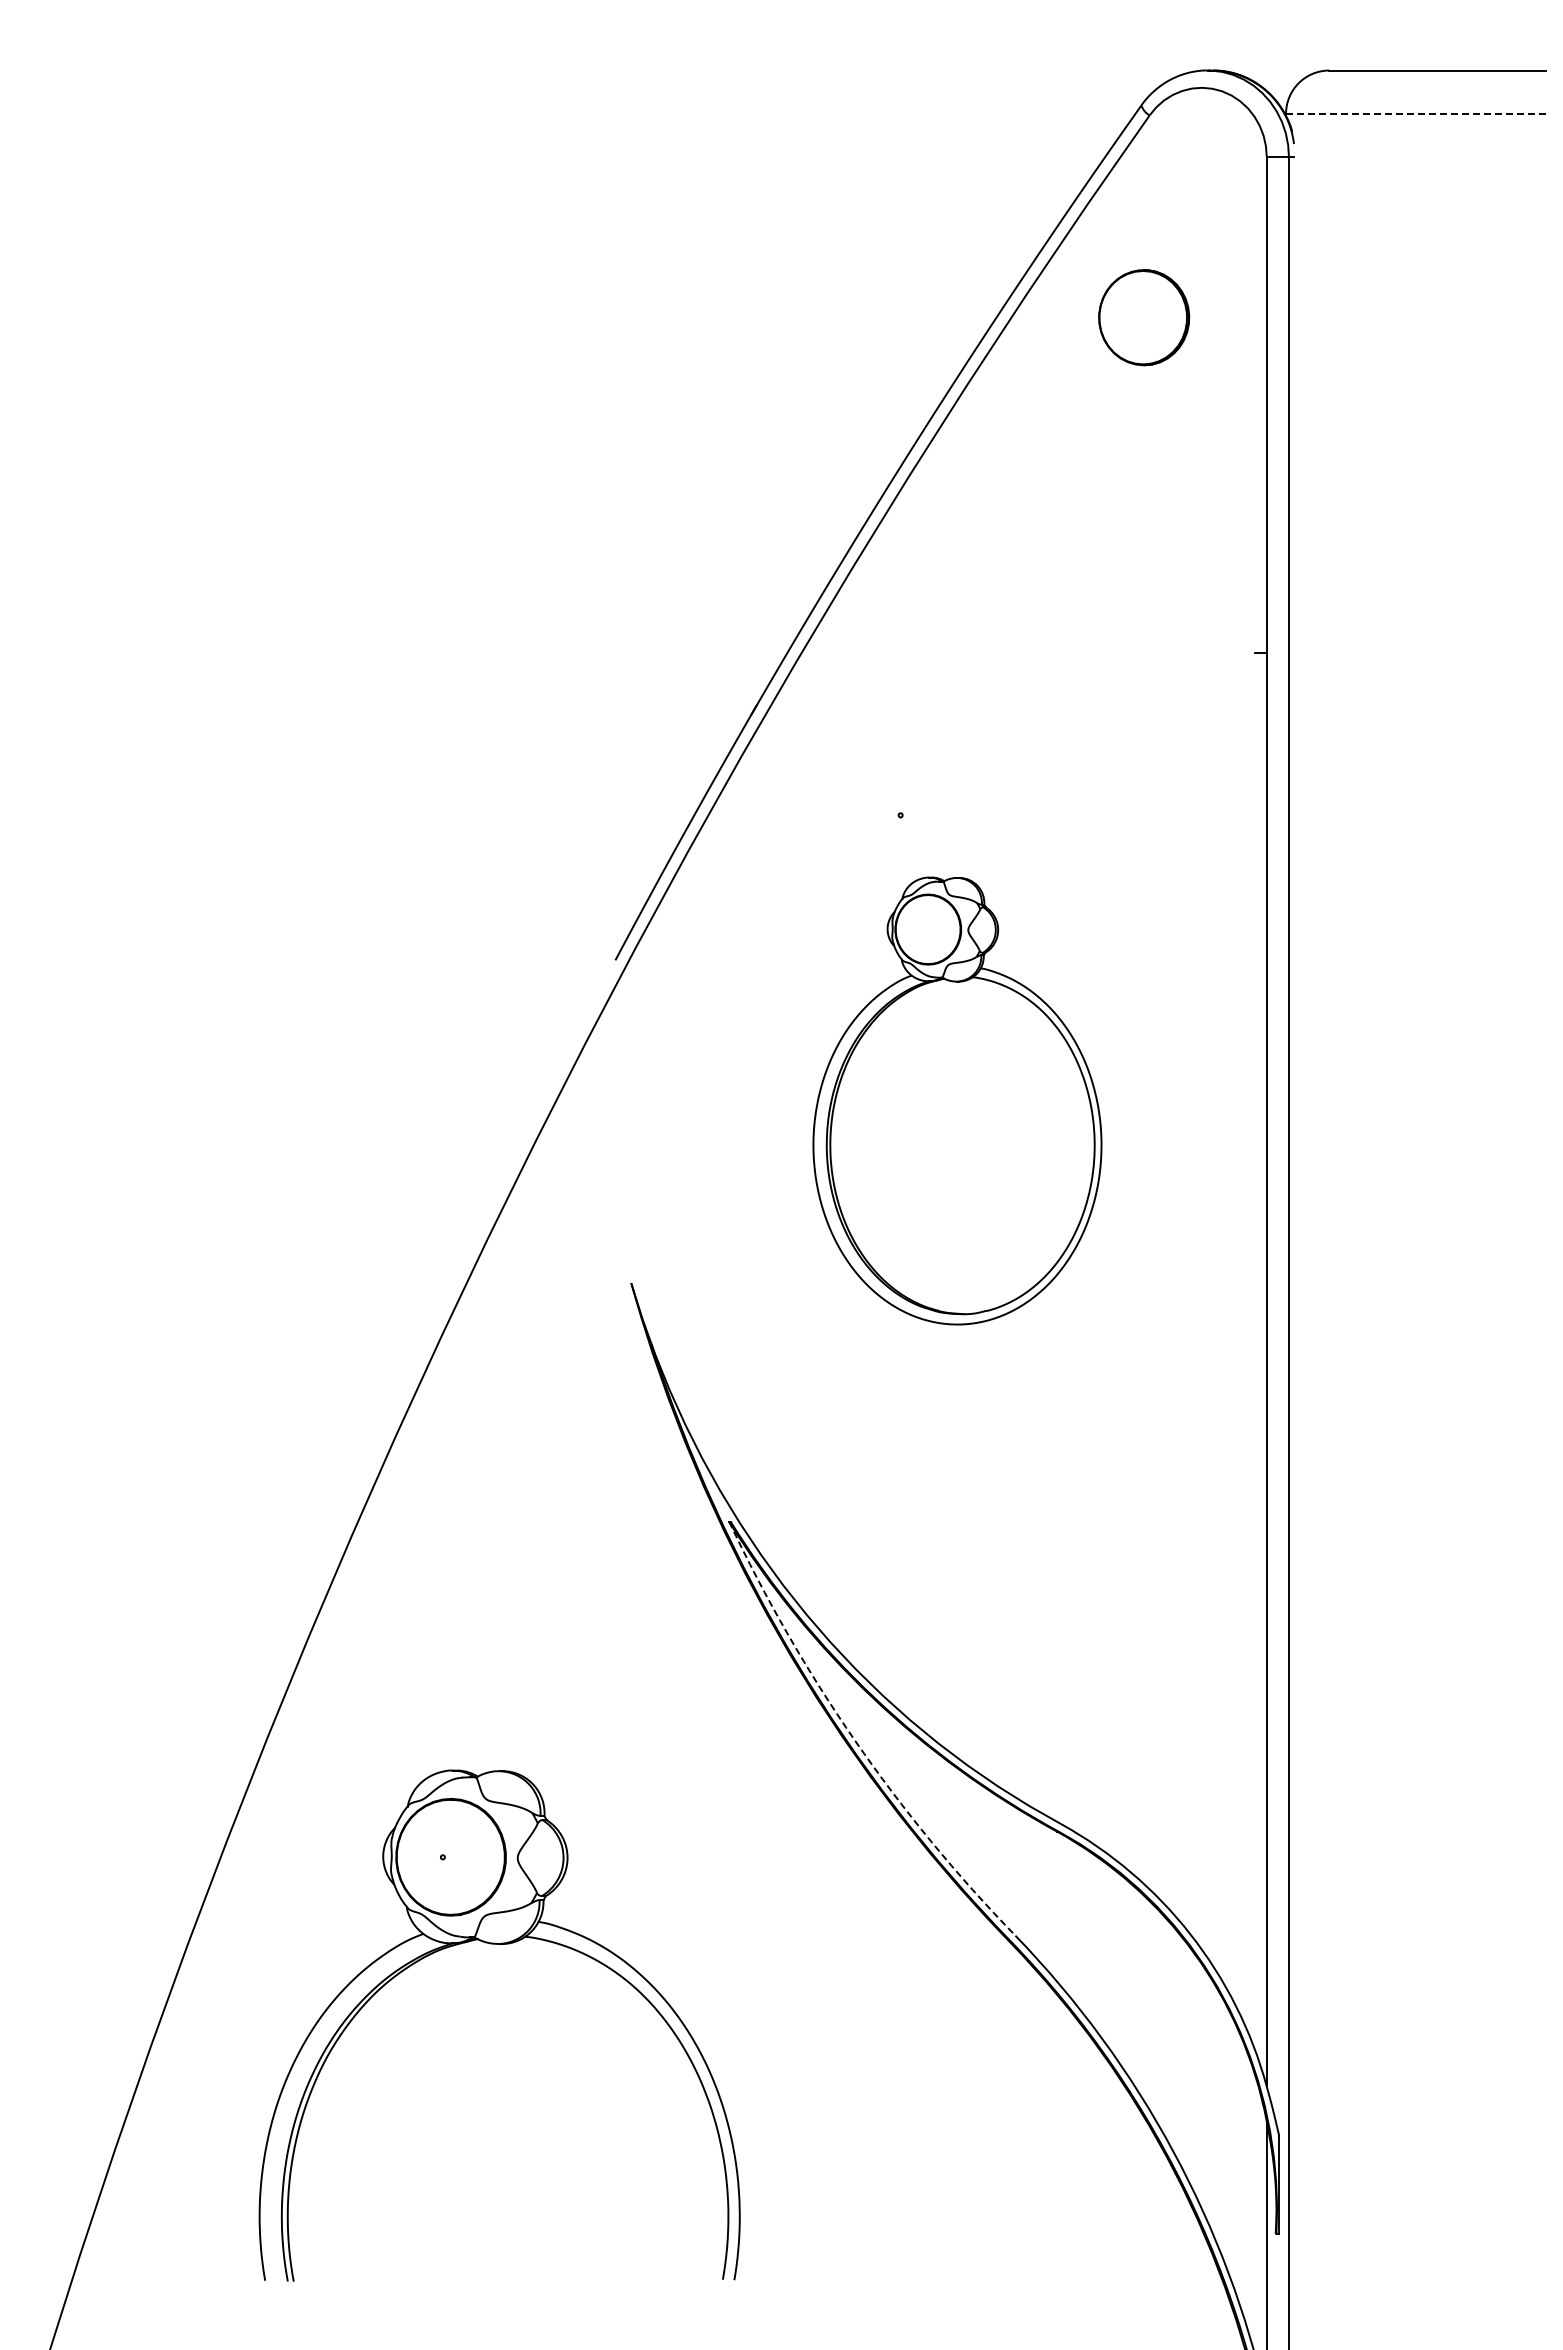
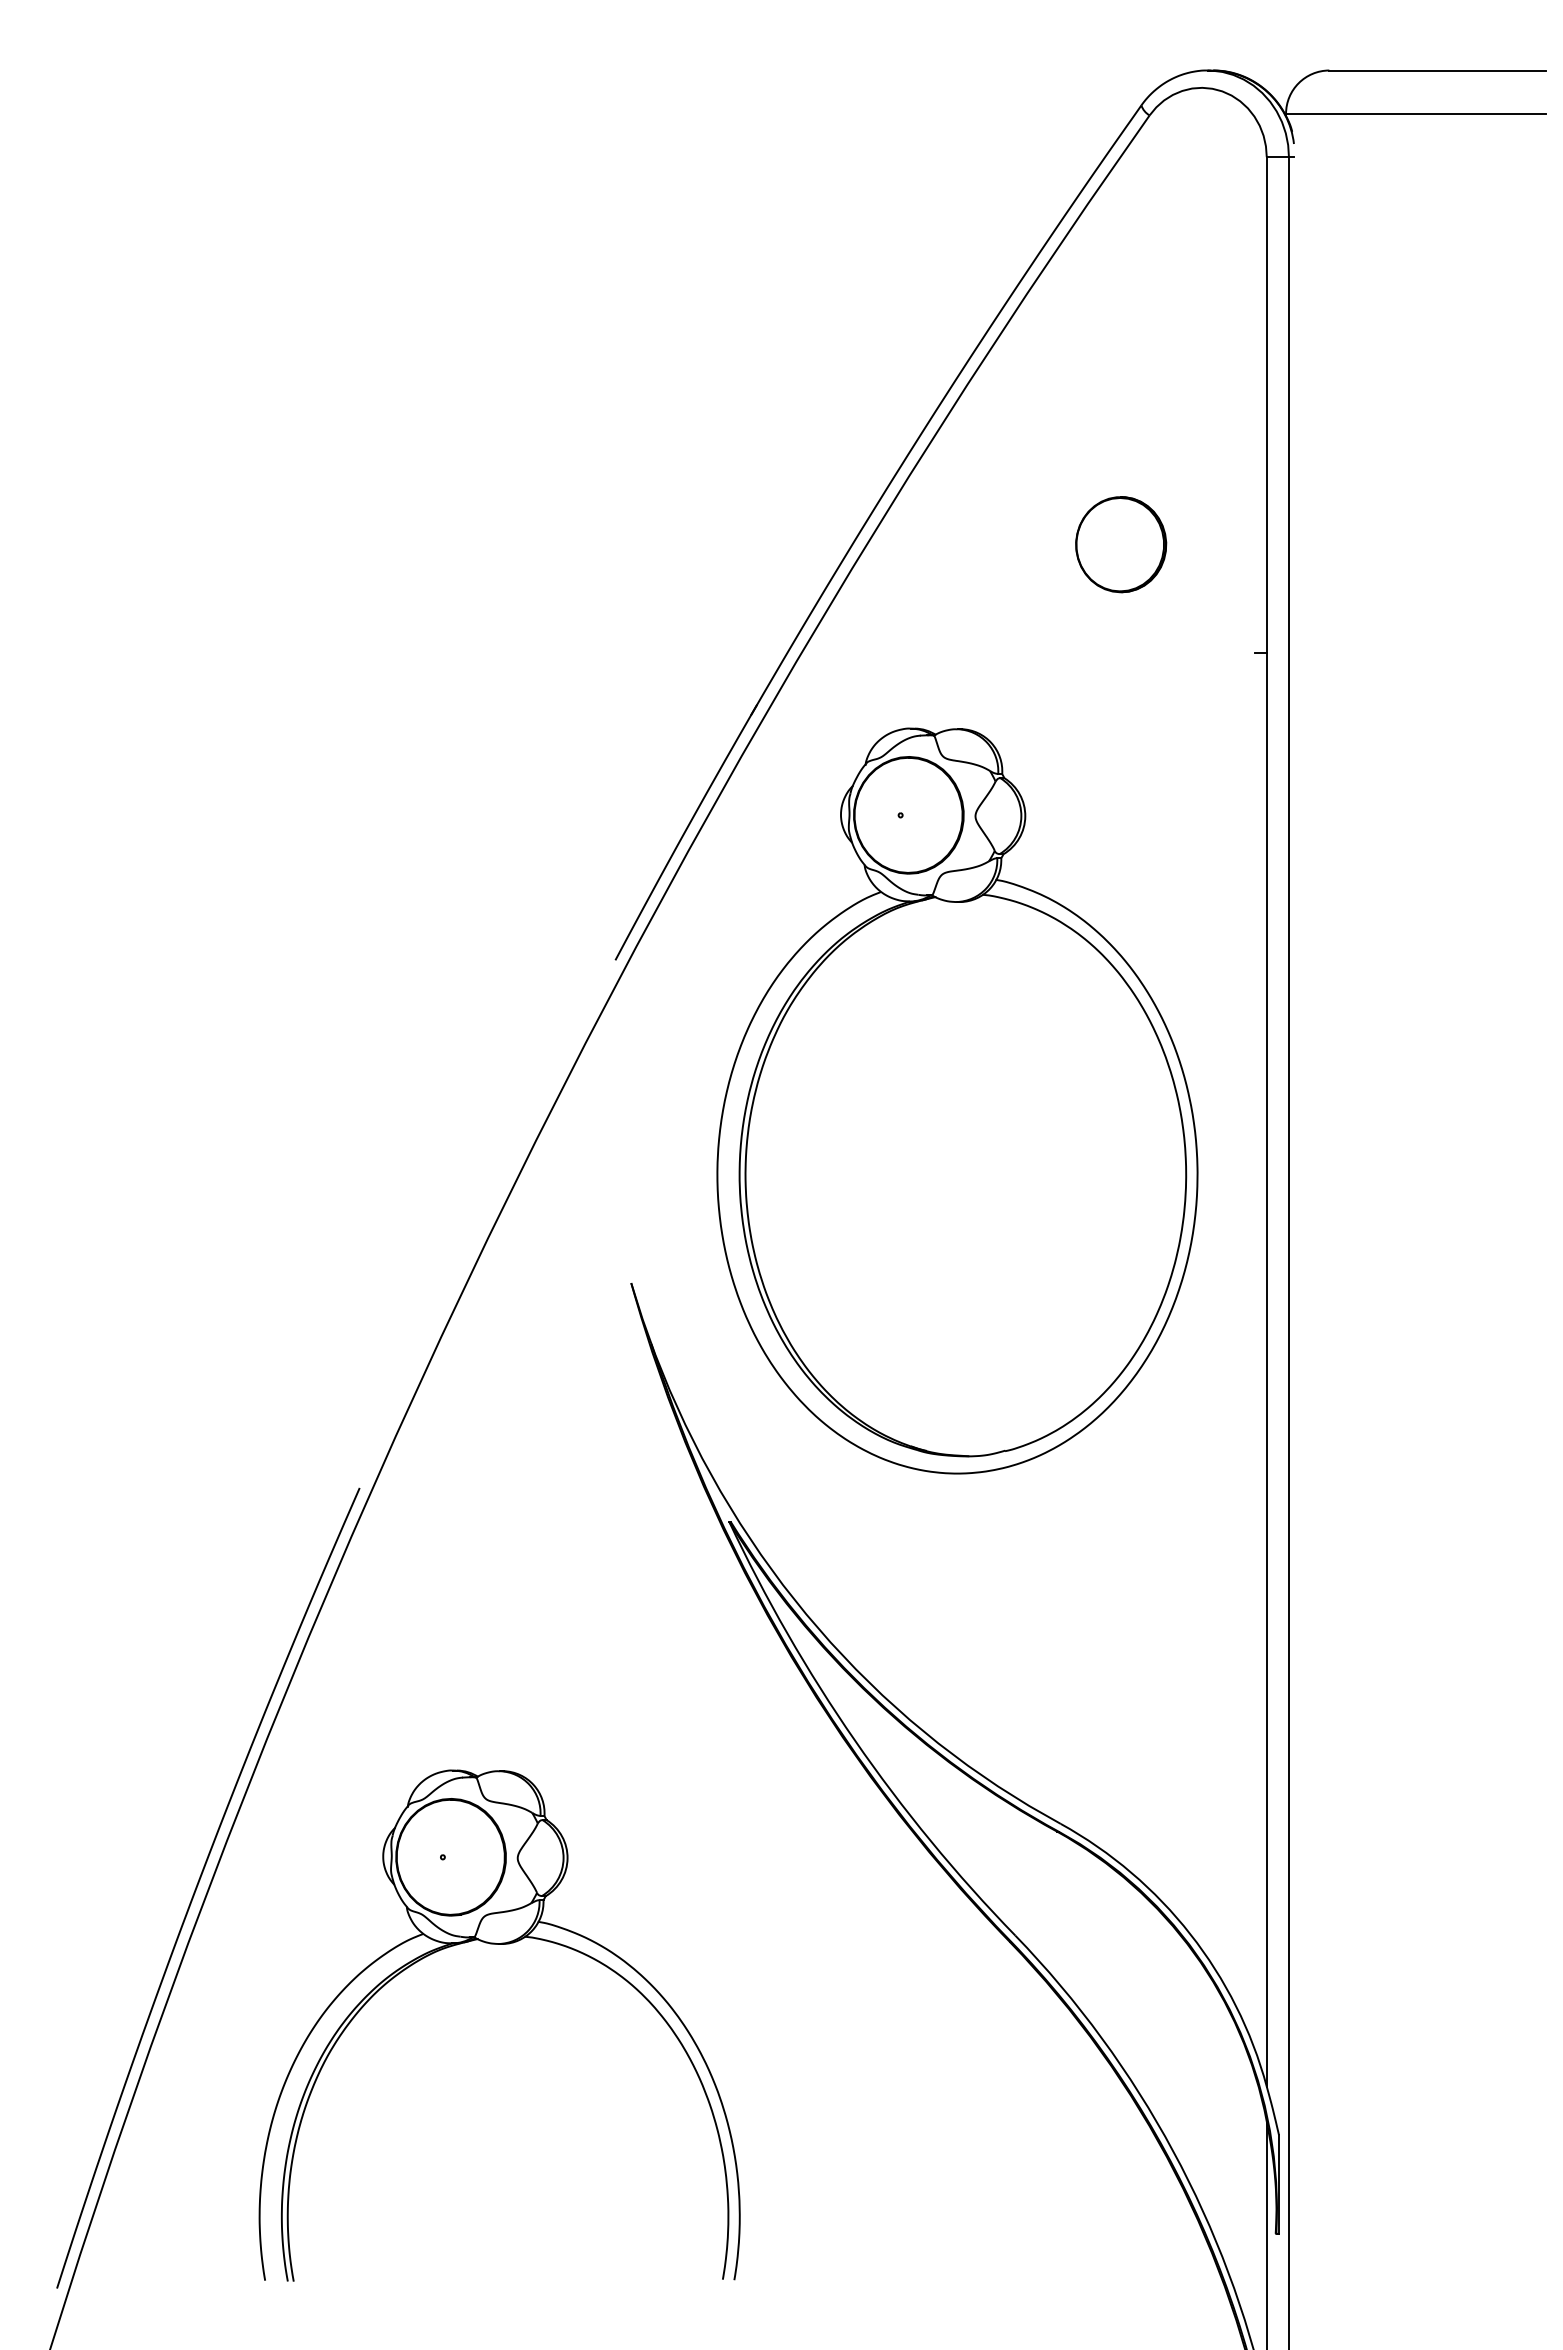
line at (1415, 113): dashed -> solid
part at (1144, 317) position: (1144, 317) -> (1121, 544)
part at (957, 1100) size: 291x450 px -> 483x748 px
arc at (855, 1740): dashed -> solid
curve at (199, 1883): none -> present
